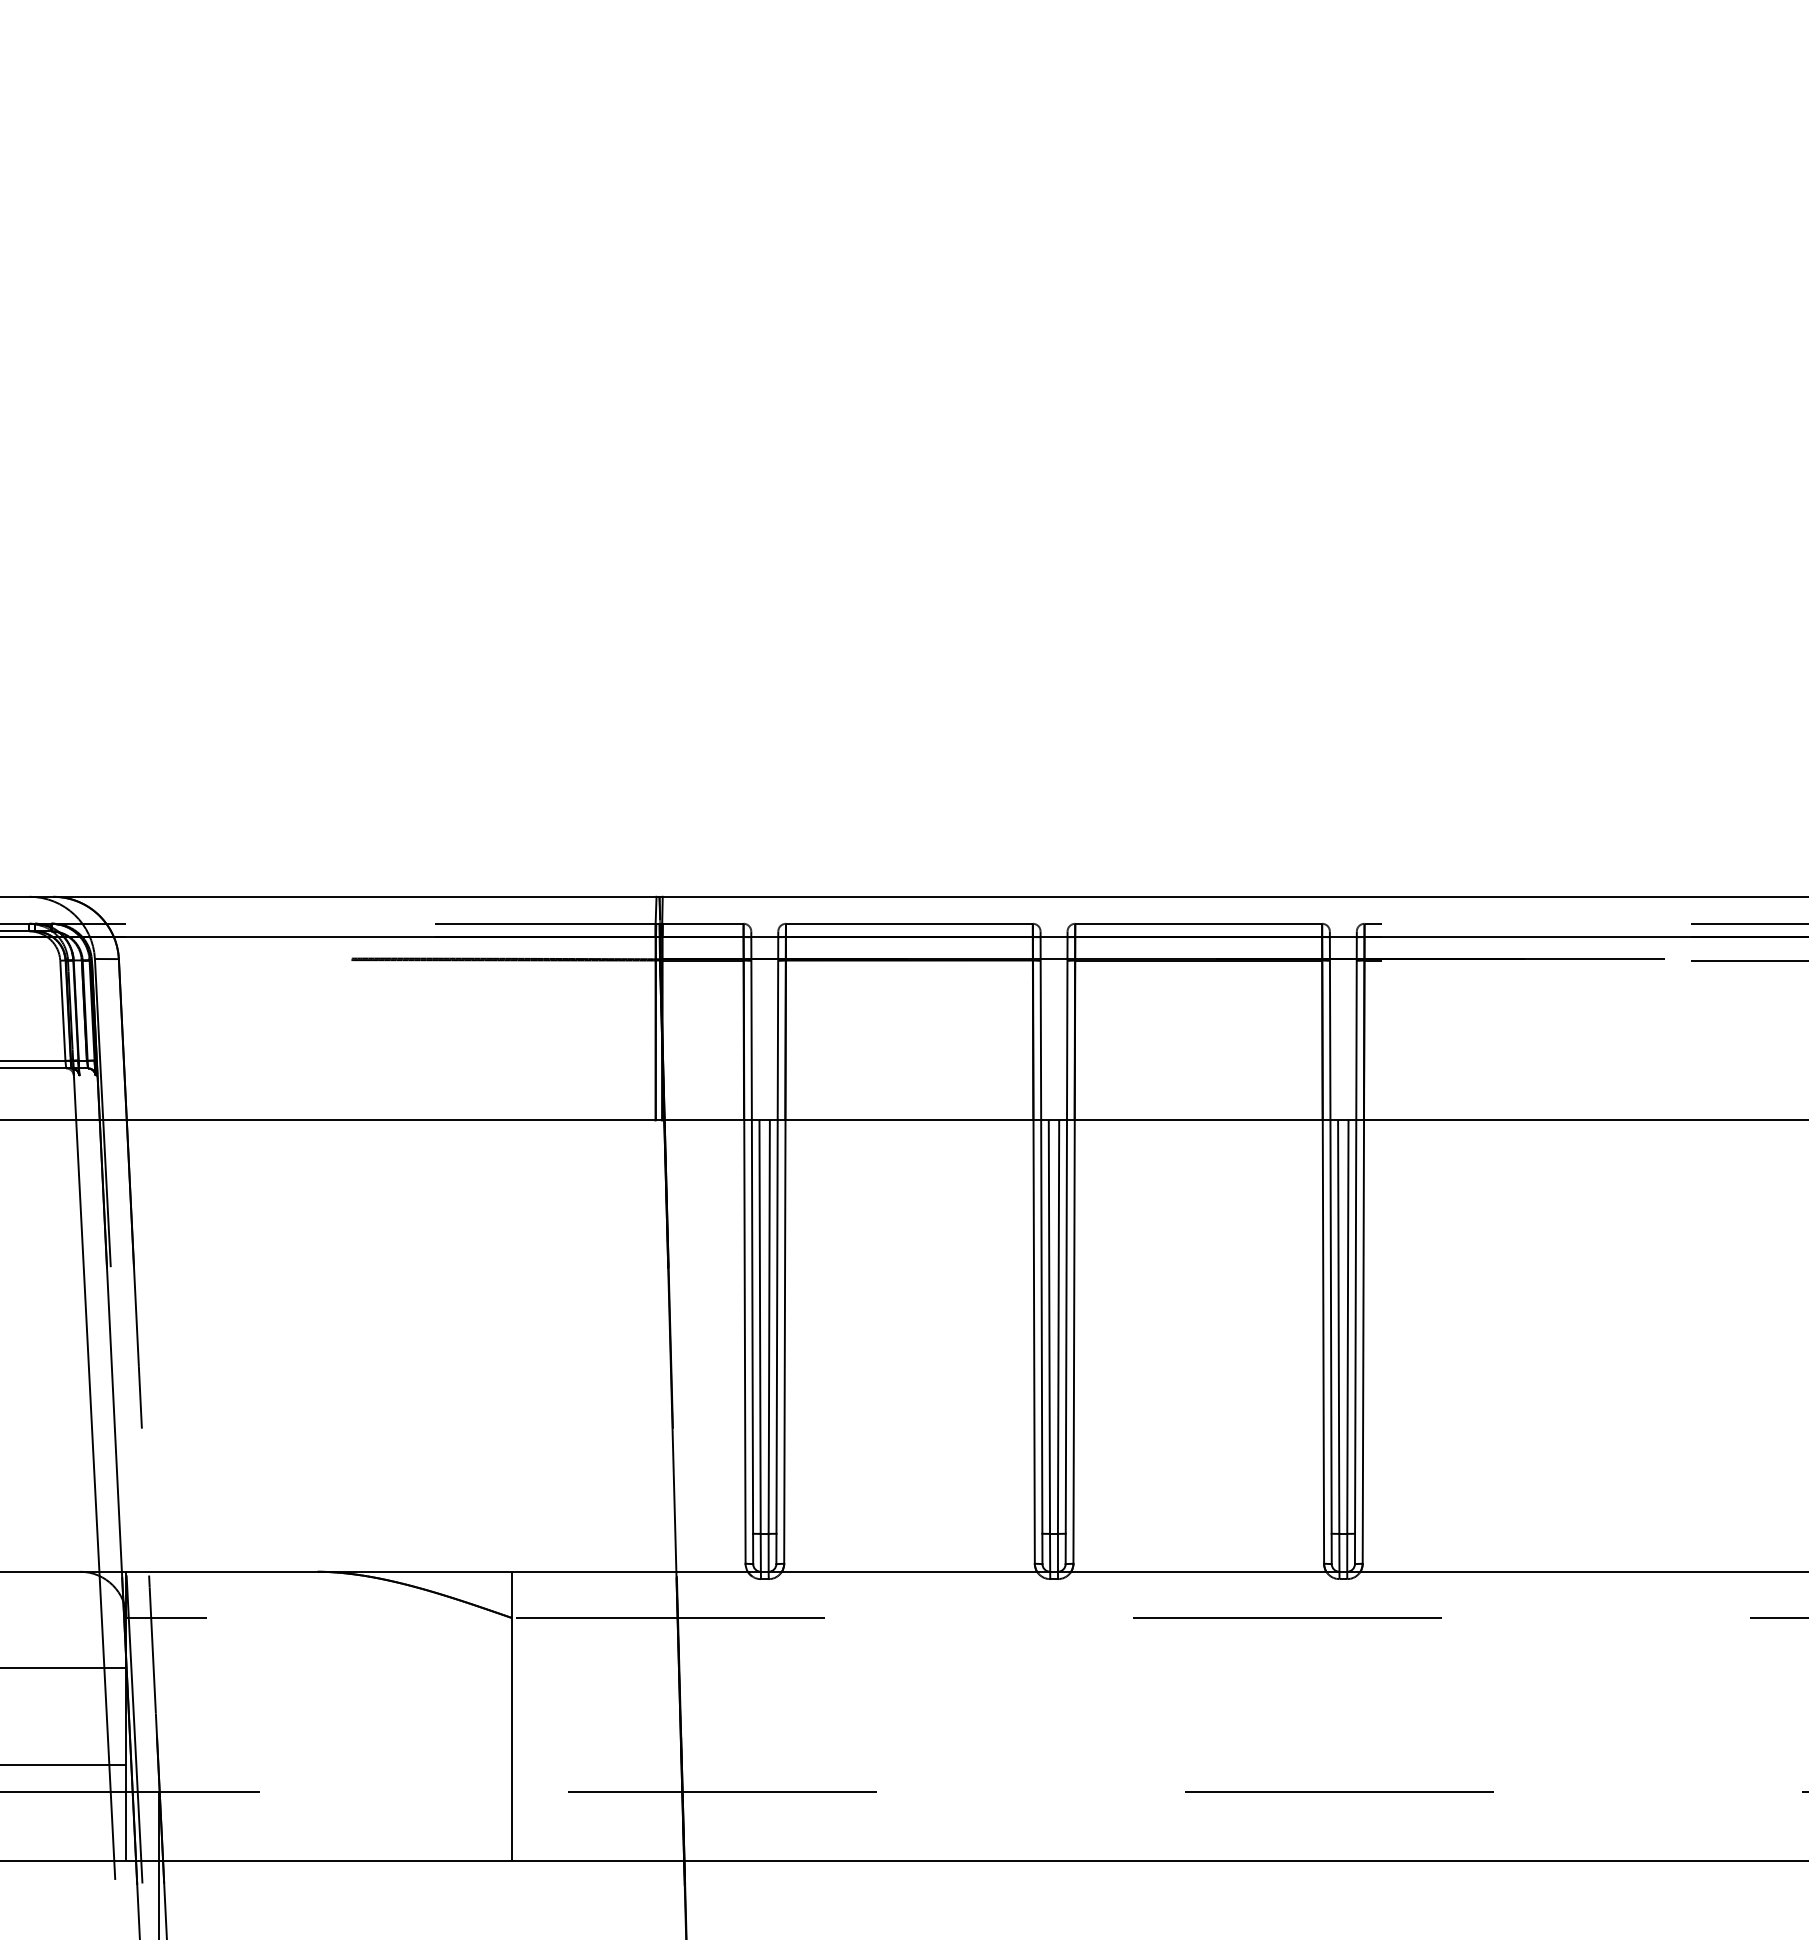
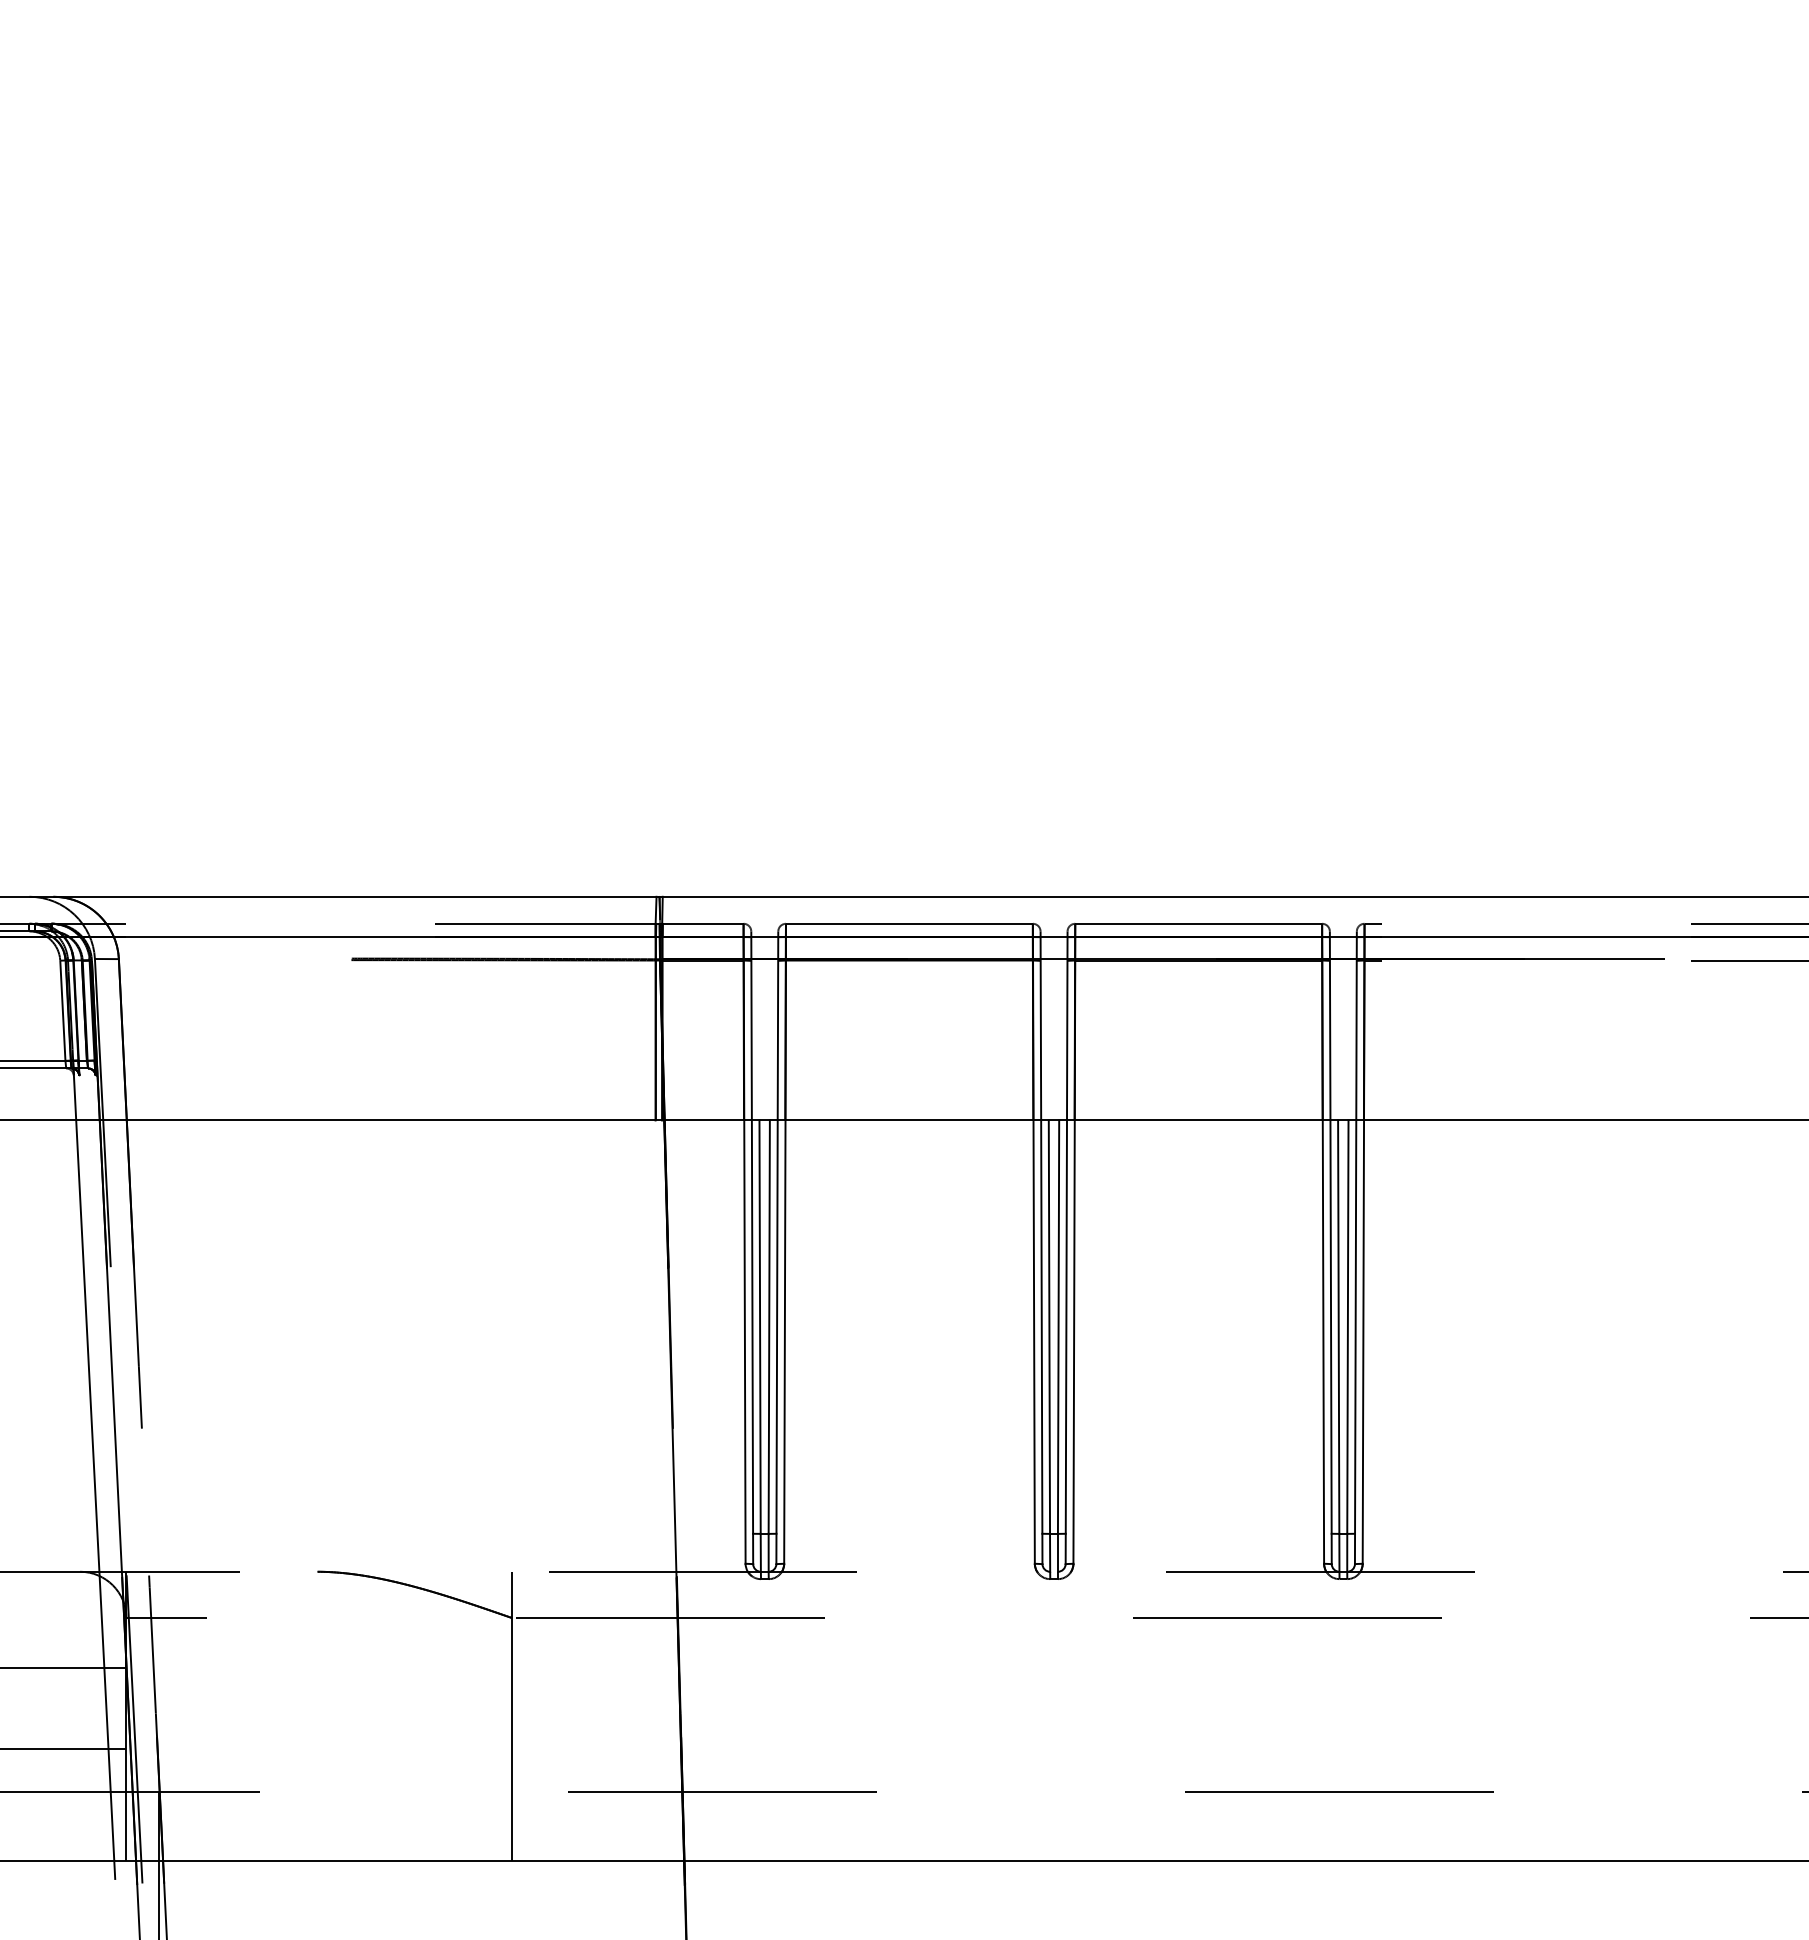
line at (904, 1571): solid -> dashed
line at (64, 1764) position: (64, 1764) -> (64, 1748)
